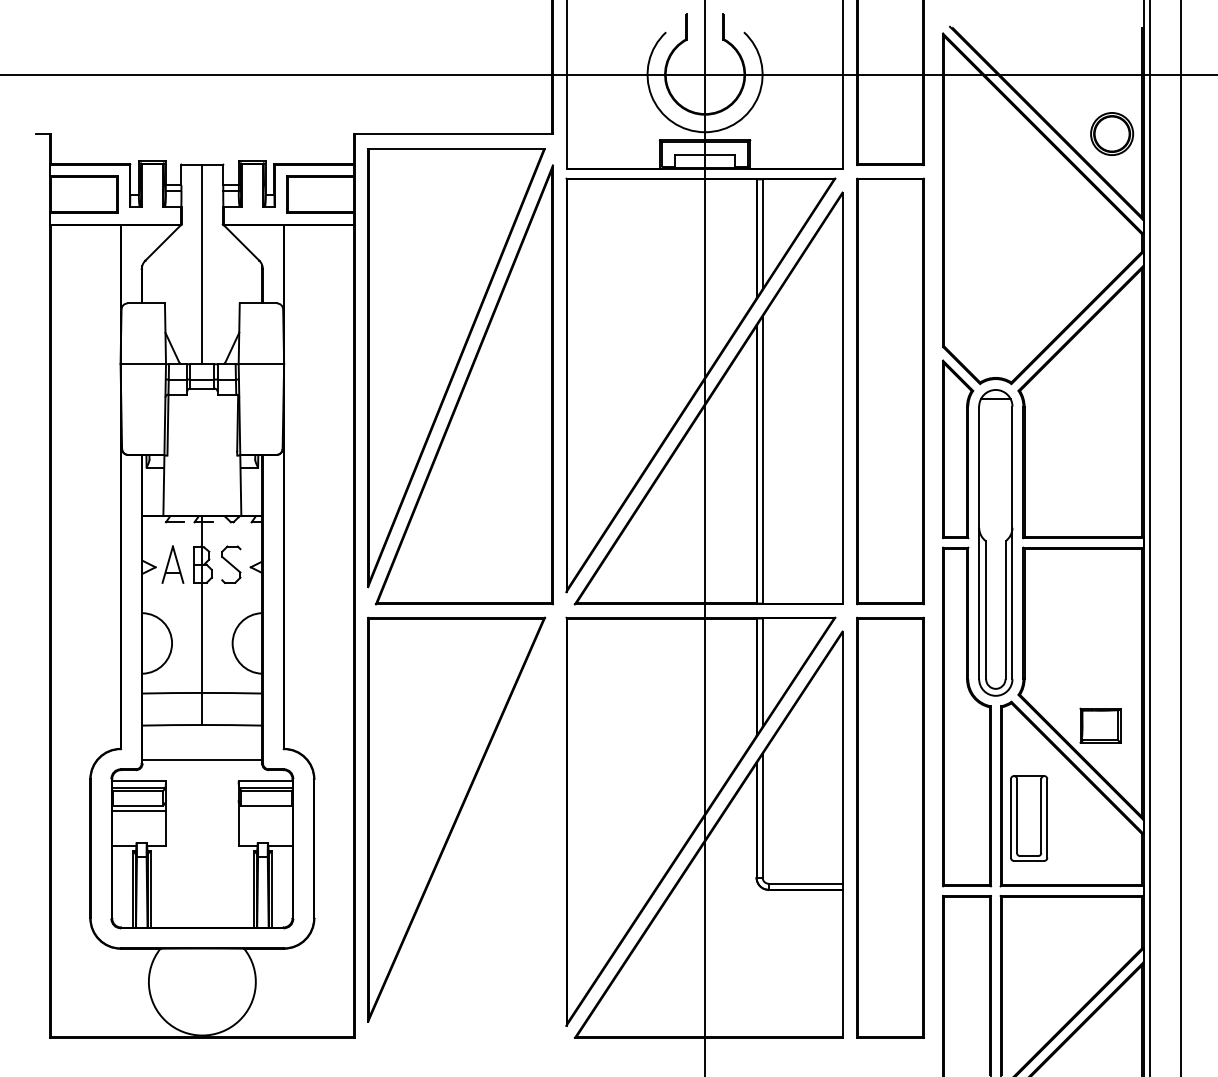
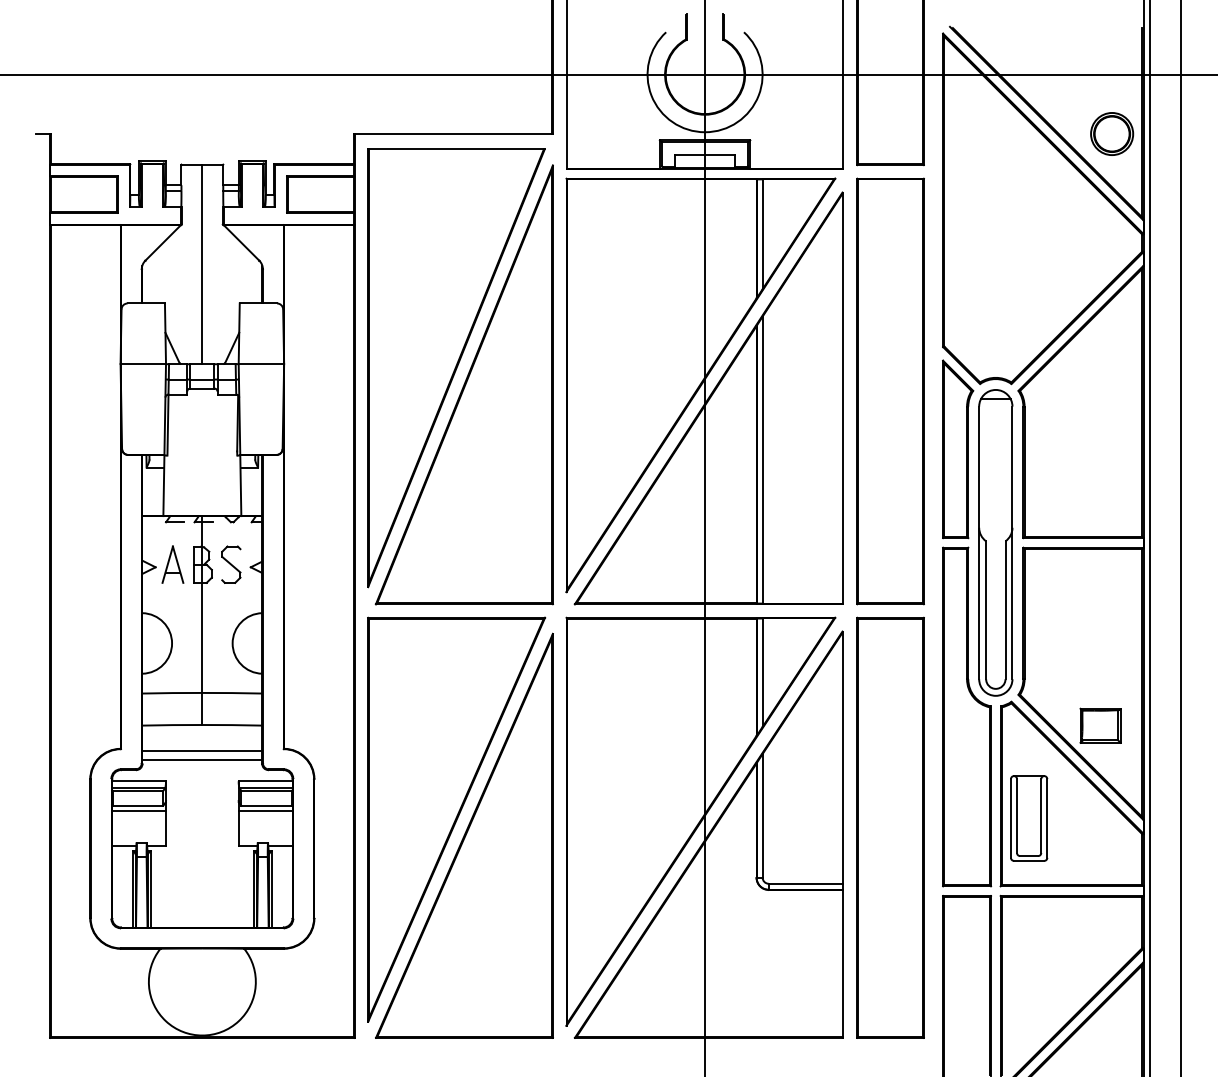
line at (202, 750): none -> present
line at (265, 811): none -> present
part at (464, 835): none -> present
